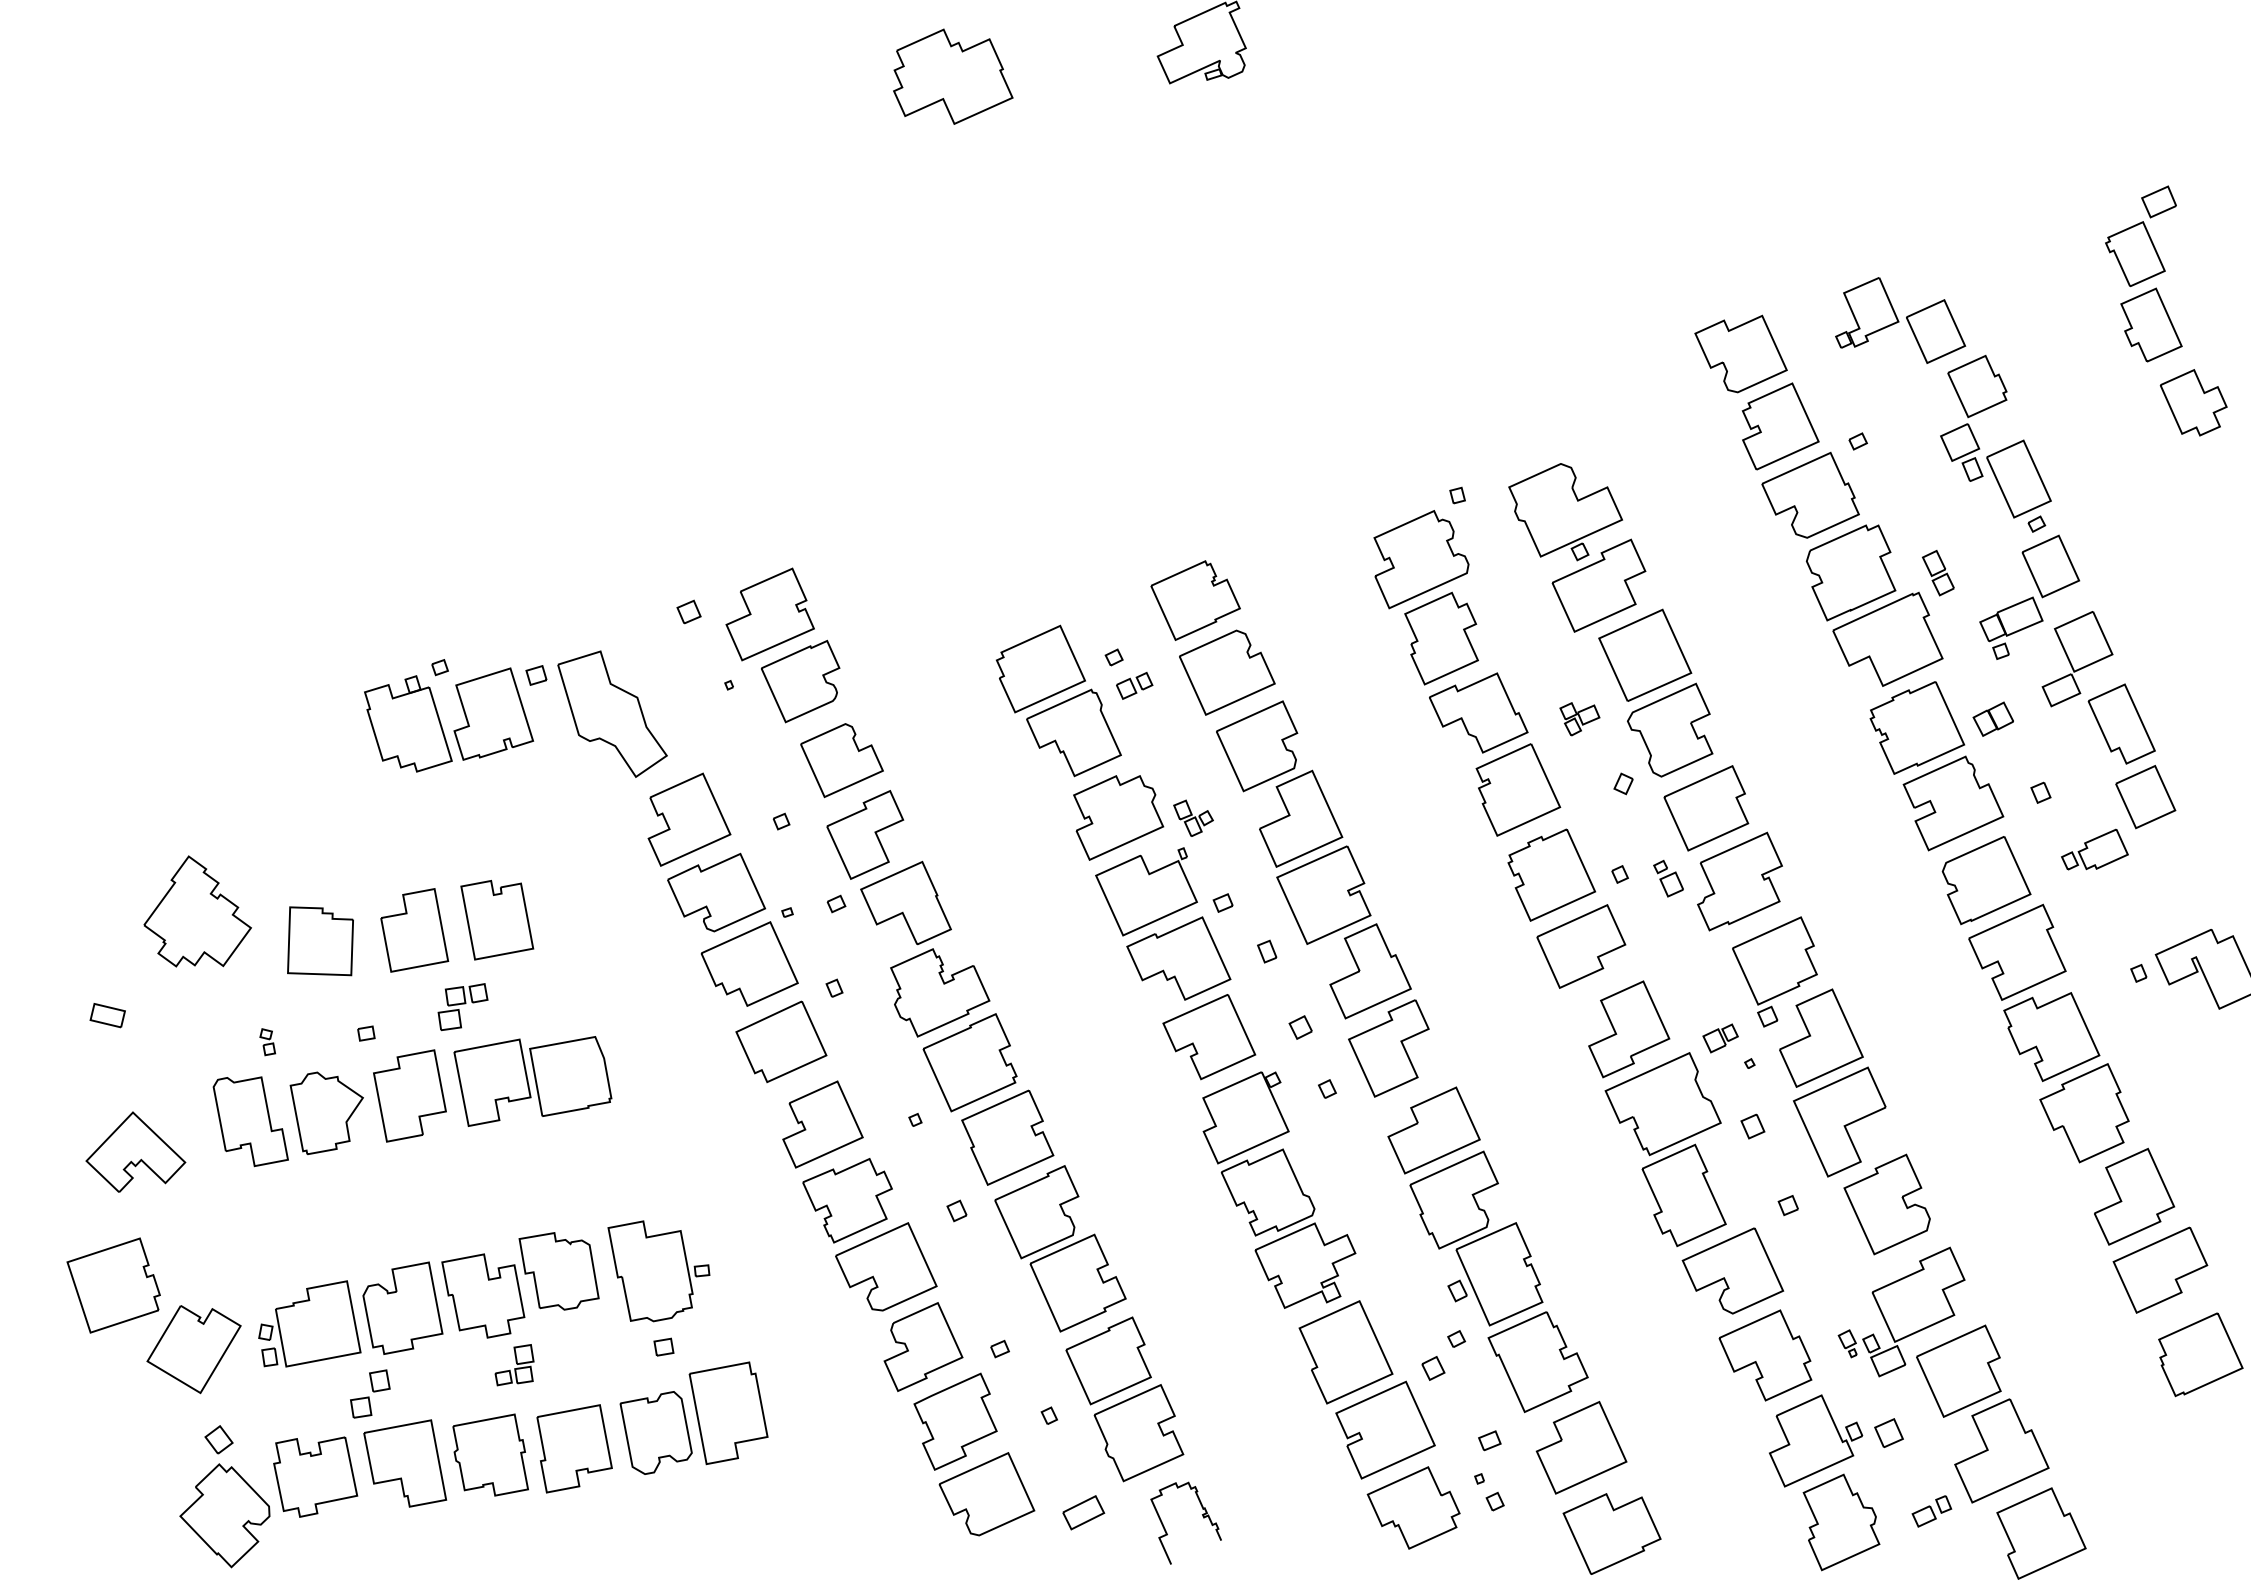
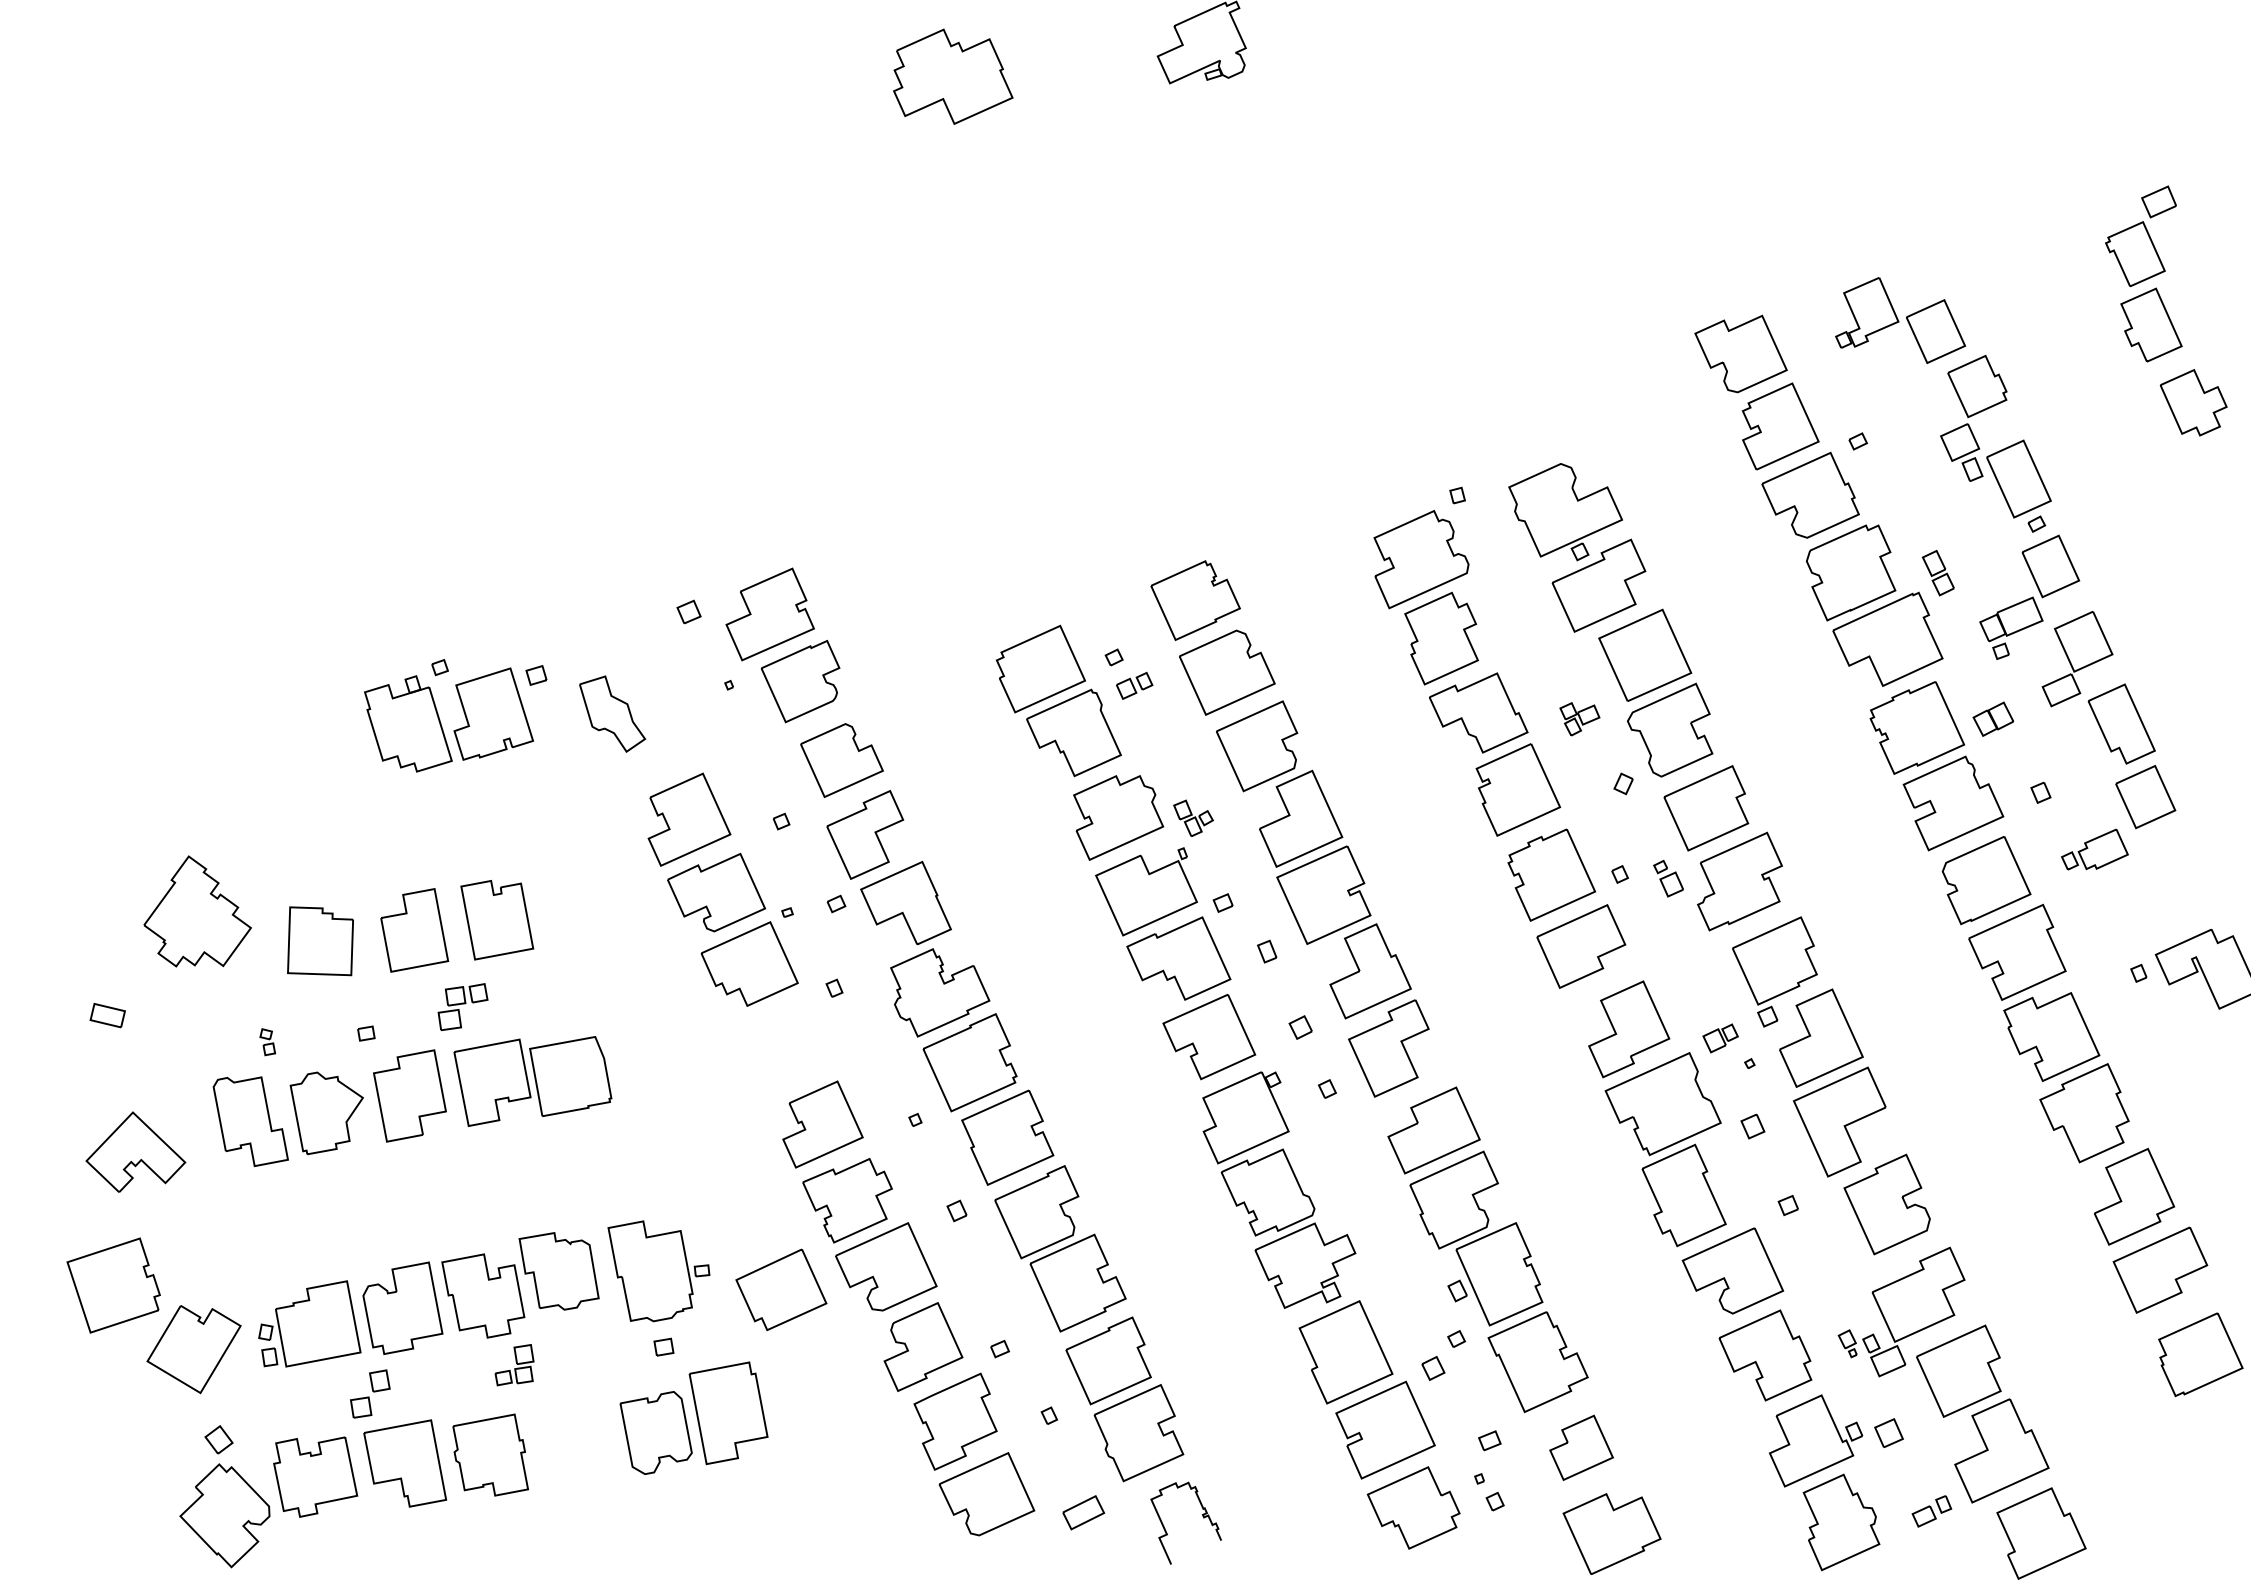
part at (612, 713) size: 111x128 px -> 68x78 px
part at (781, 1041) position: (781, 1041) -> (781, 1289)
part at (1581, 1447) size: 93x94 px -> 65x67 px
part at (574, 1448): present -> none
